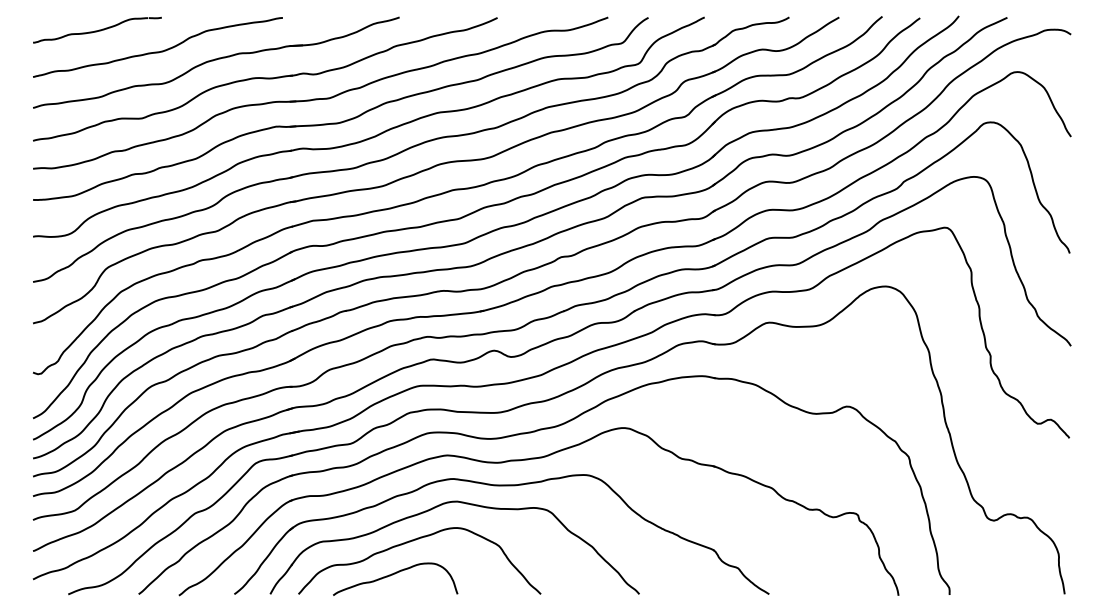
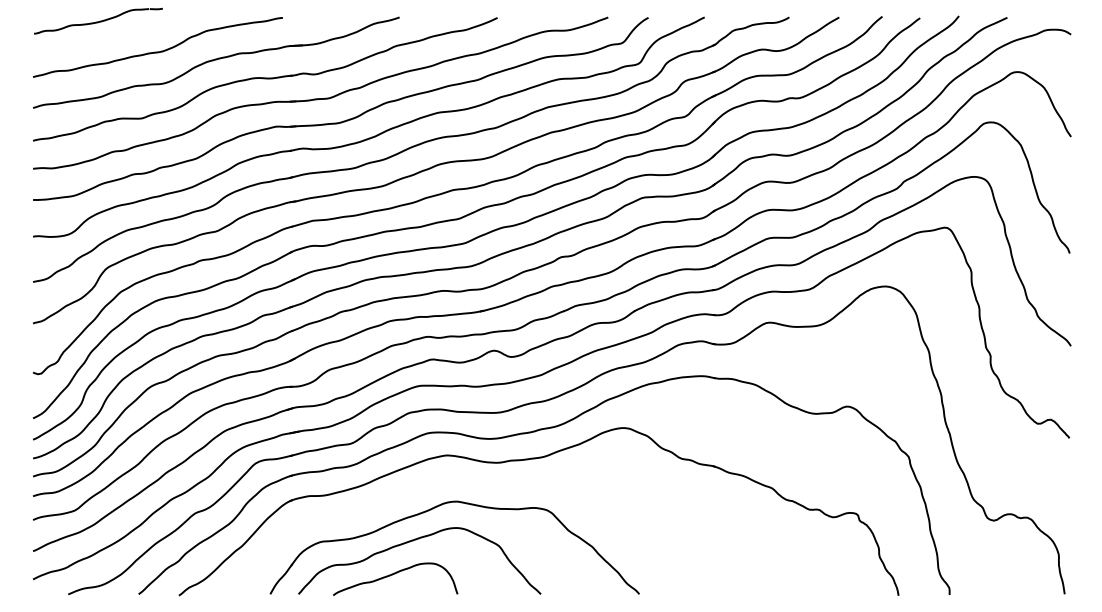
part at (97, 29) position: (97, 29) -> (98, 20)
part at (501, 486): present -> none
